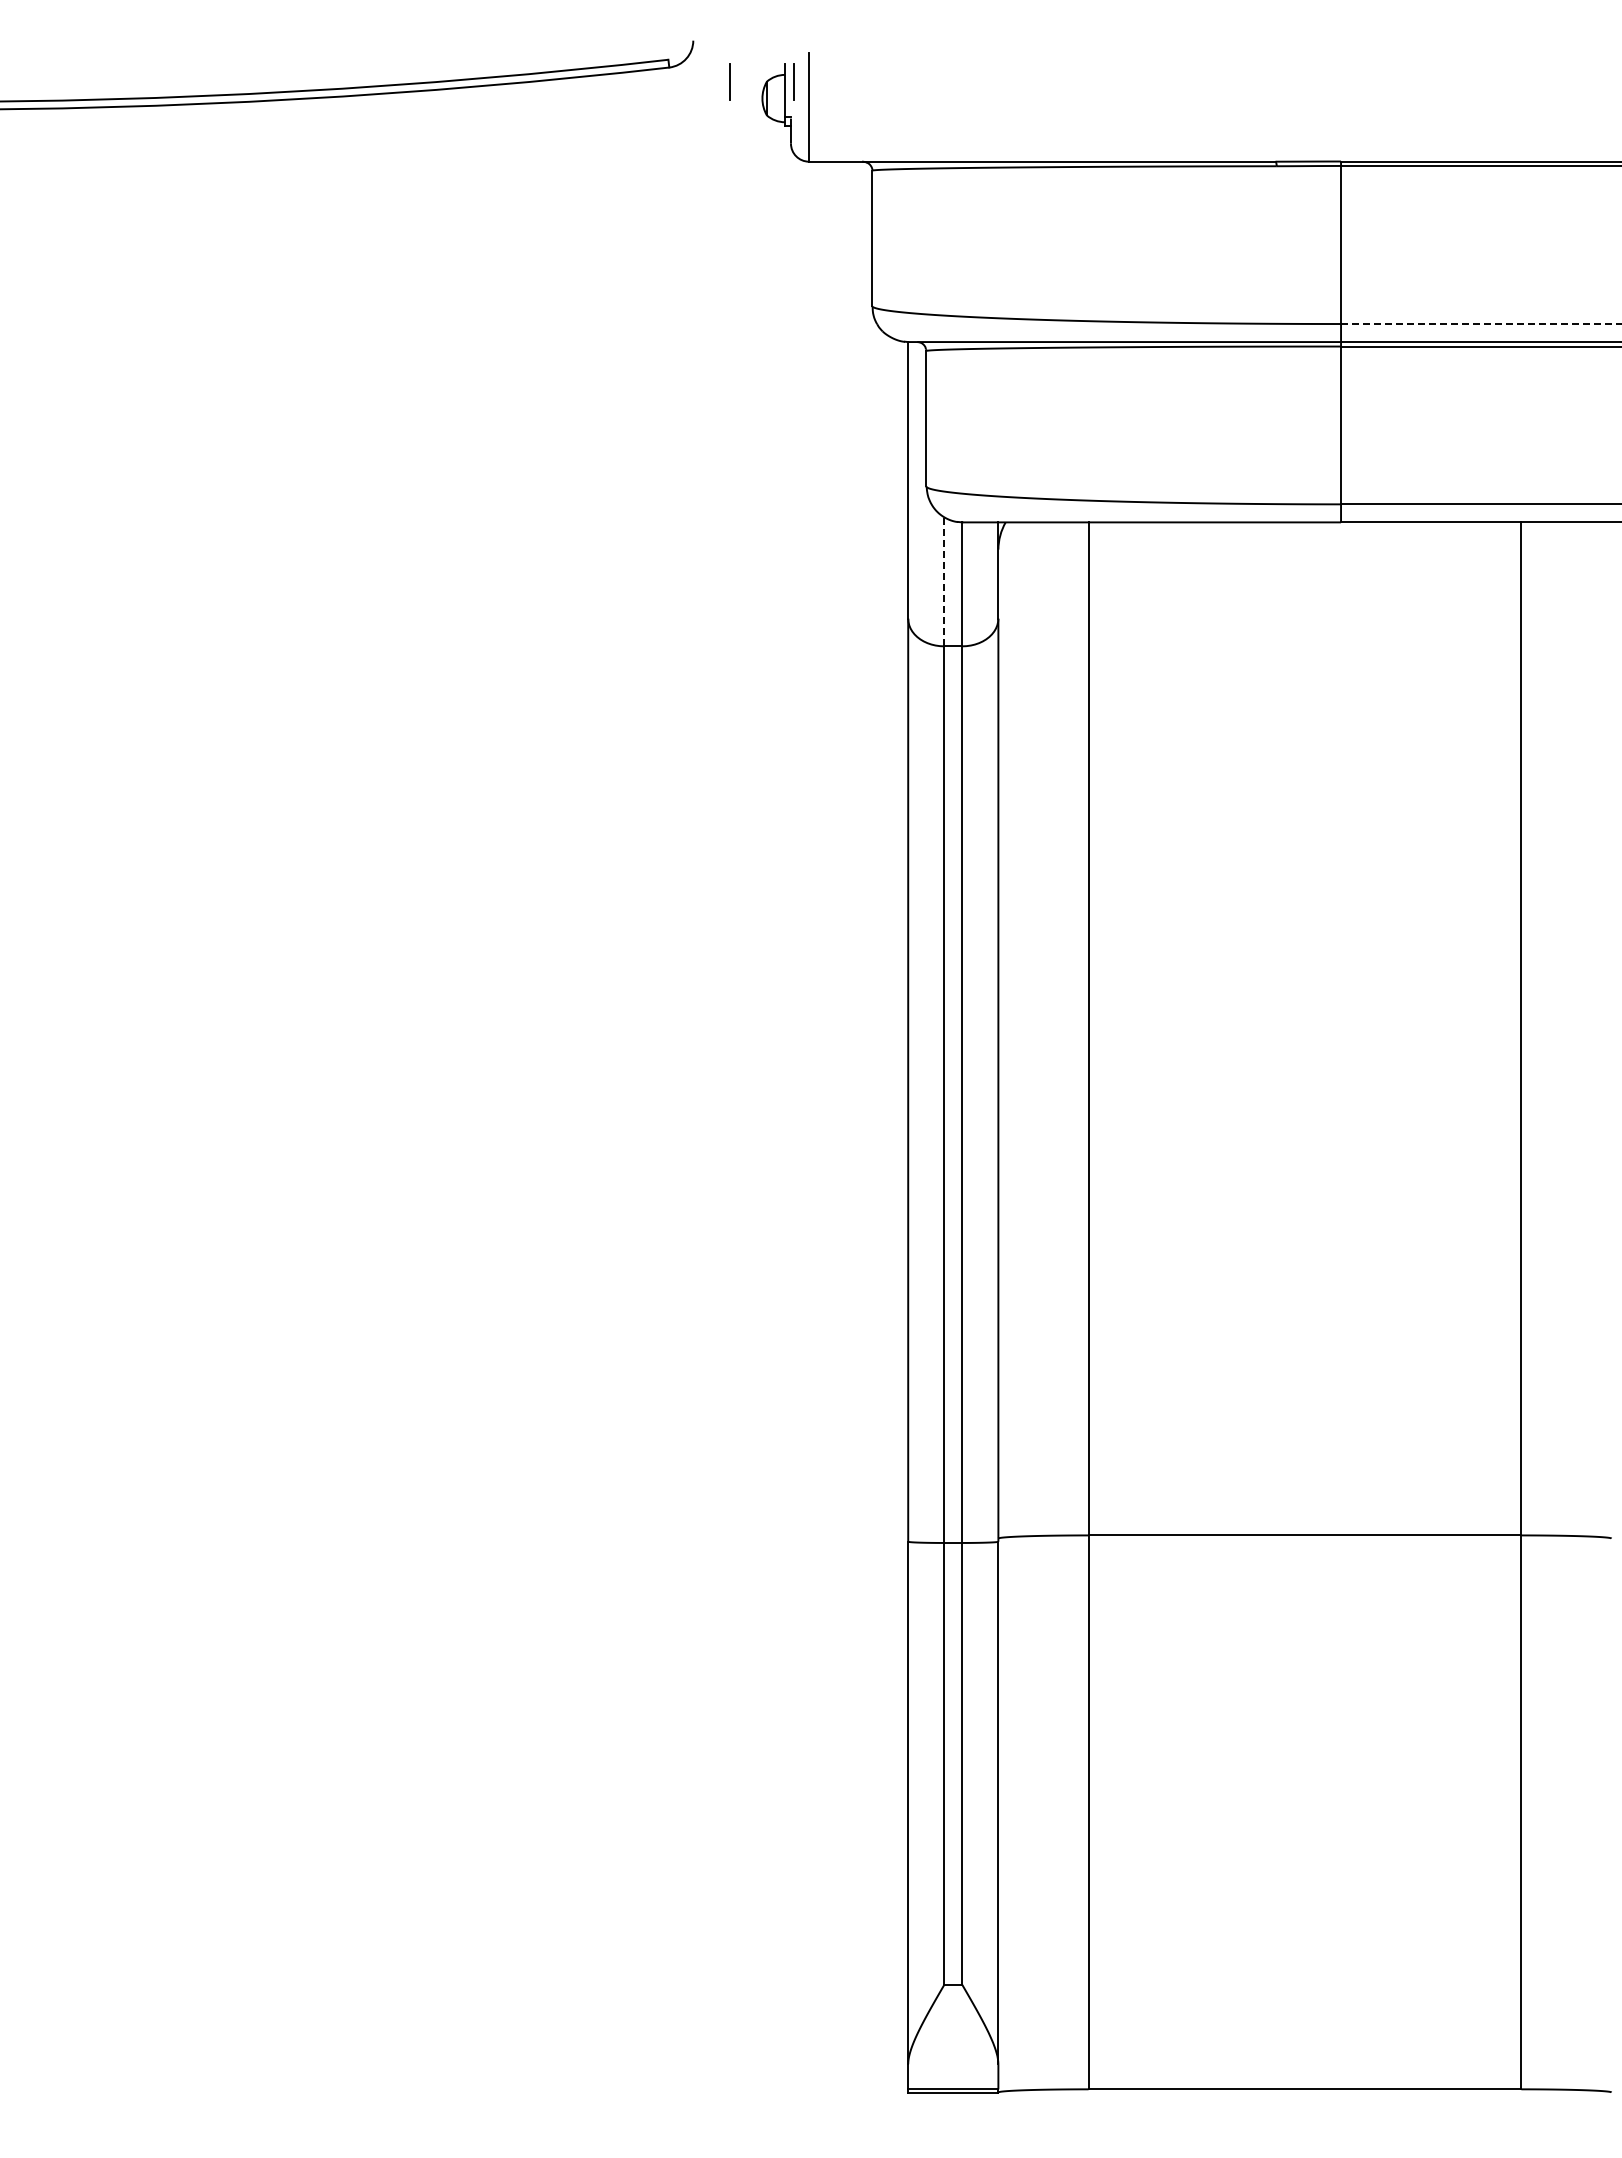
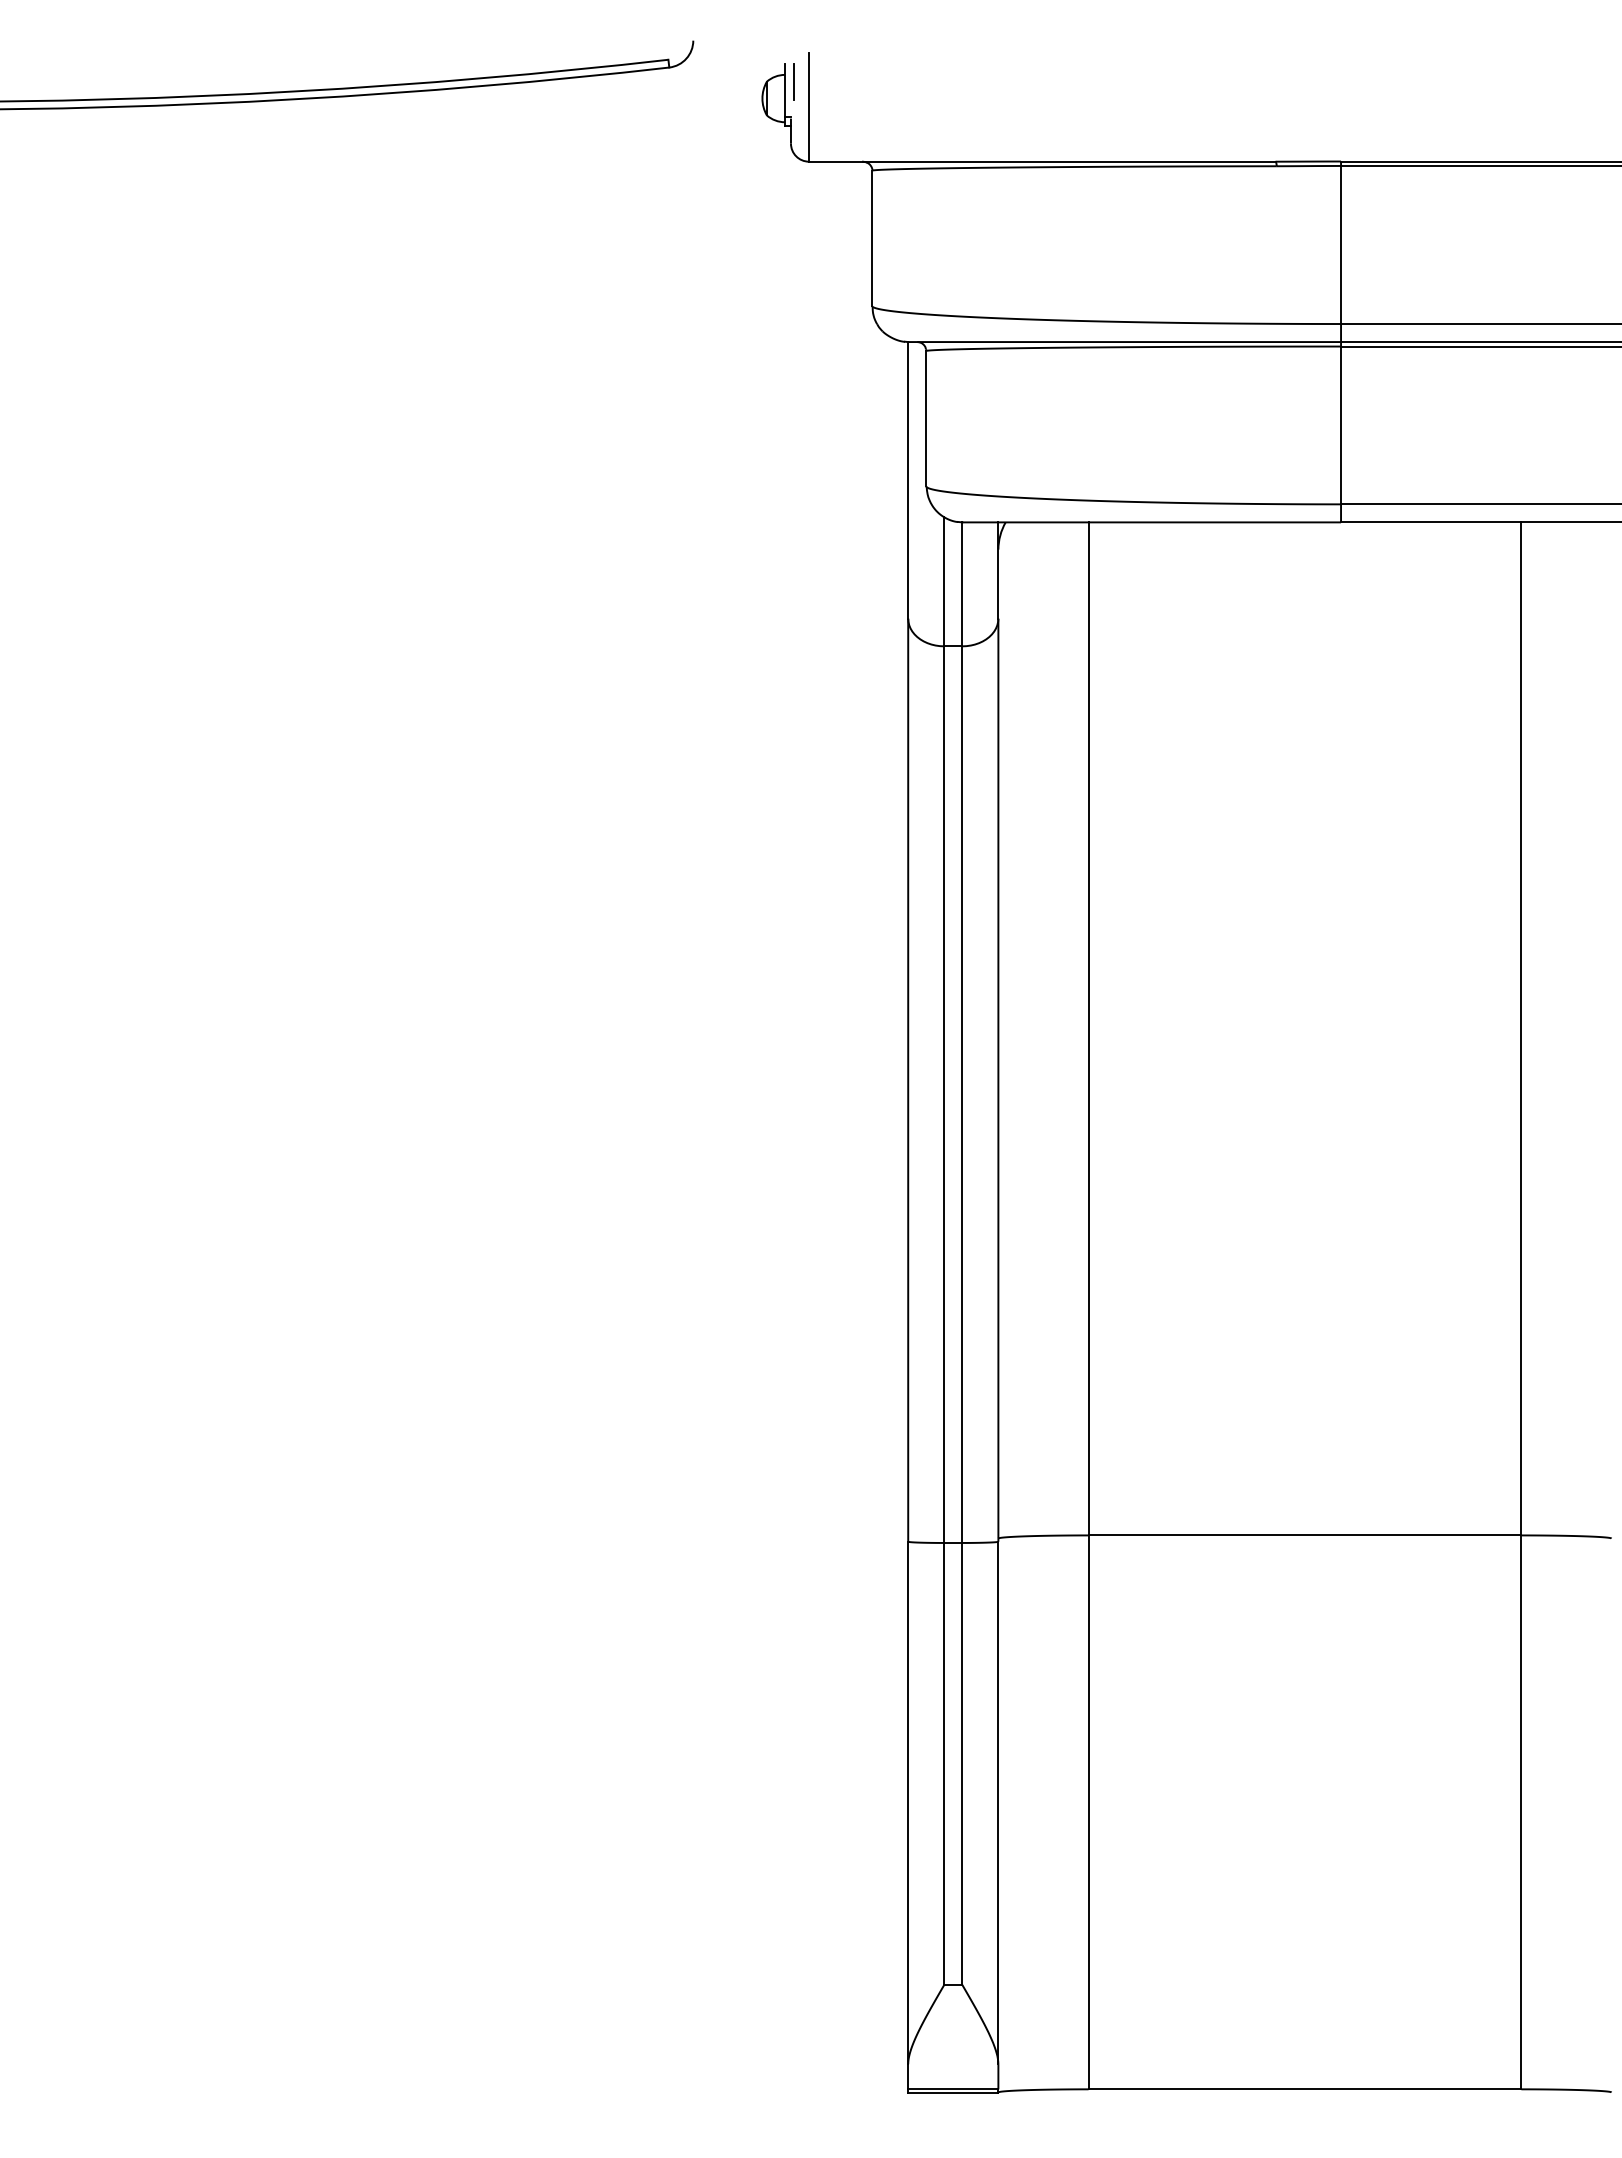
line at (729, 81): present -> none
line at (1481, 324): dashed -> solid
line at (944, 581): dashed -> solid
